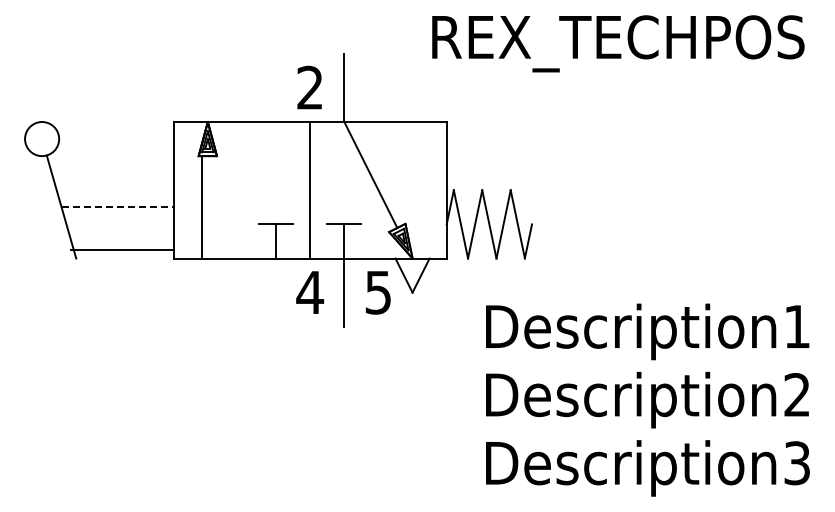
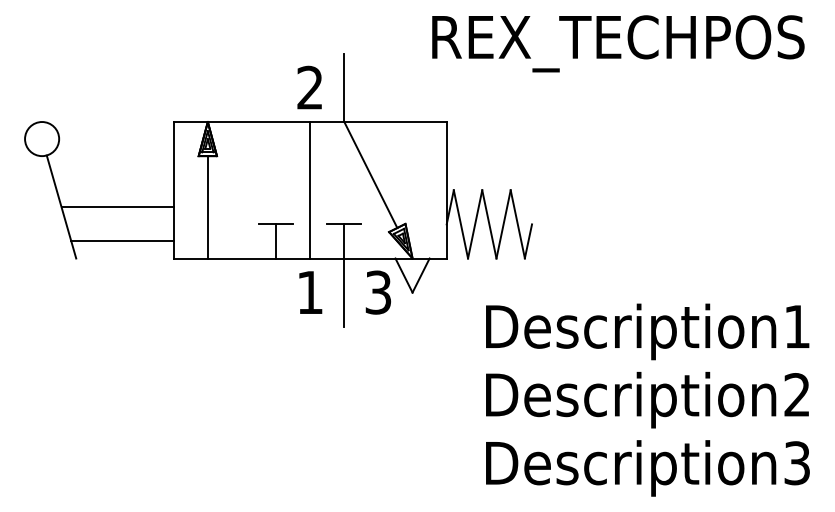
line at (118, 207): dashed -> solid
line at (201, 207) position: (201, 207) -> (207, 207)
line at (122, 250) position: (122, 250) -> (122, 241)
text at (310, 292): 4 -> 1
text at (378, 292): 5 -> 3
